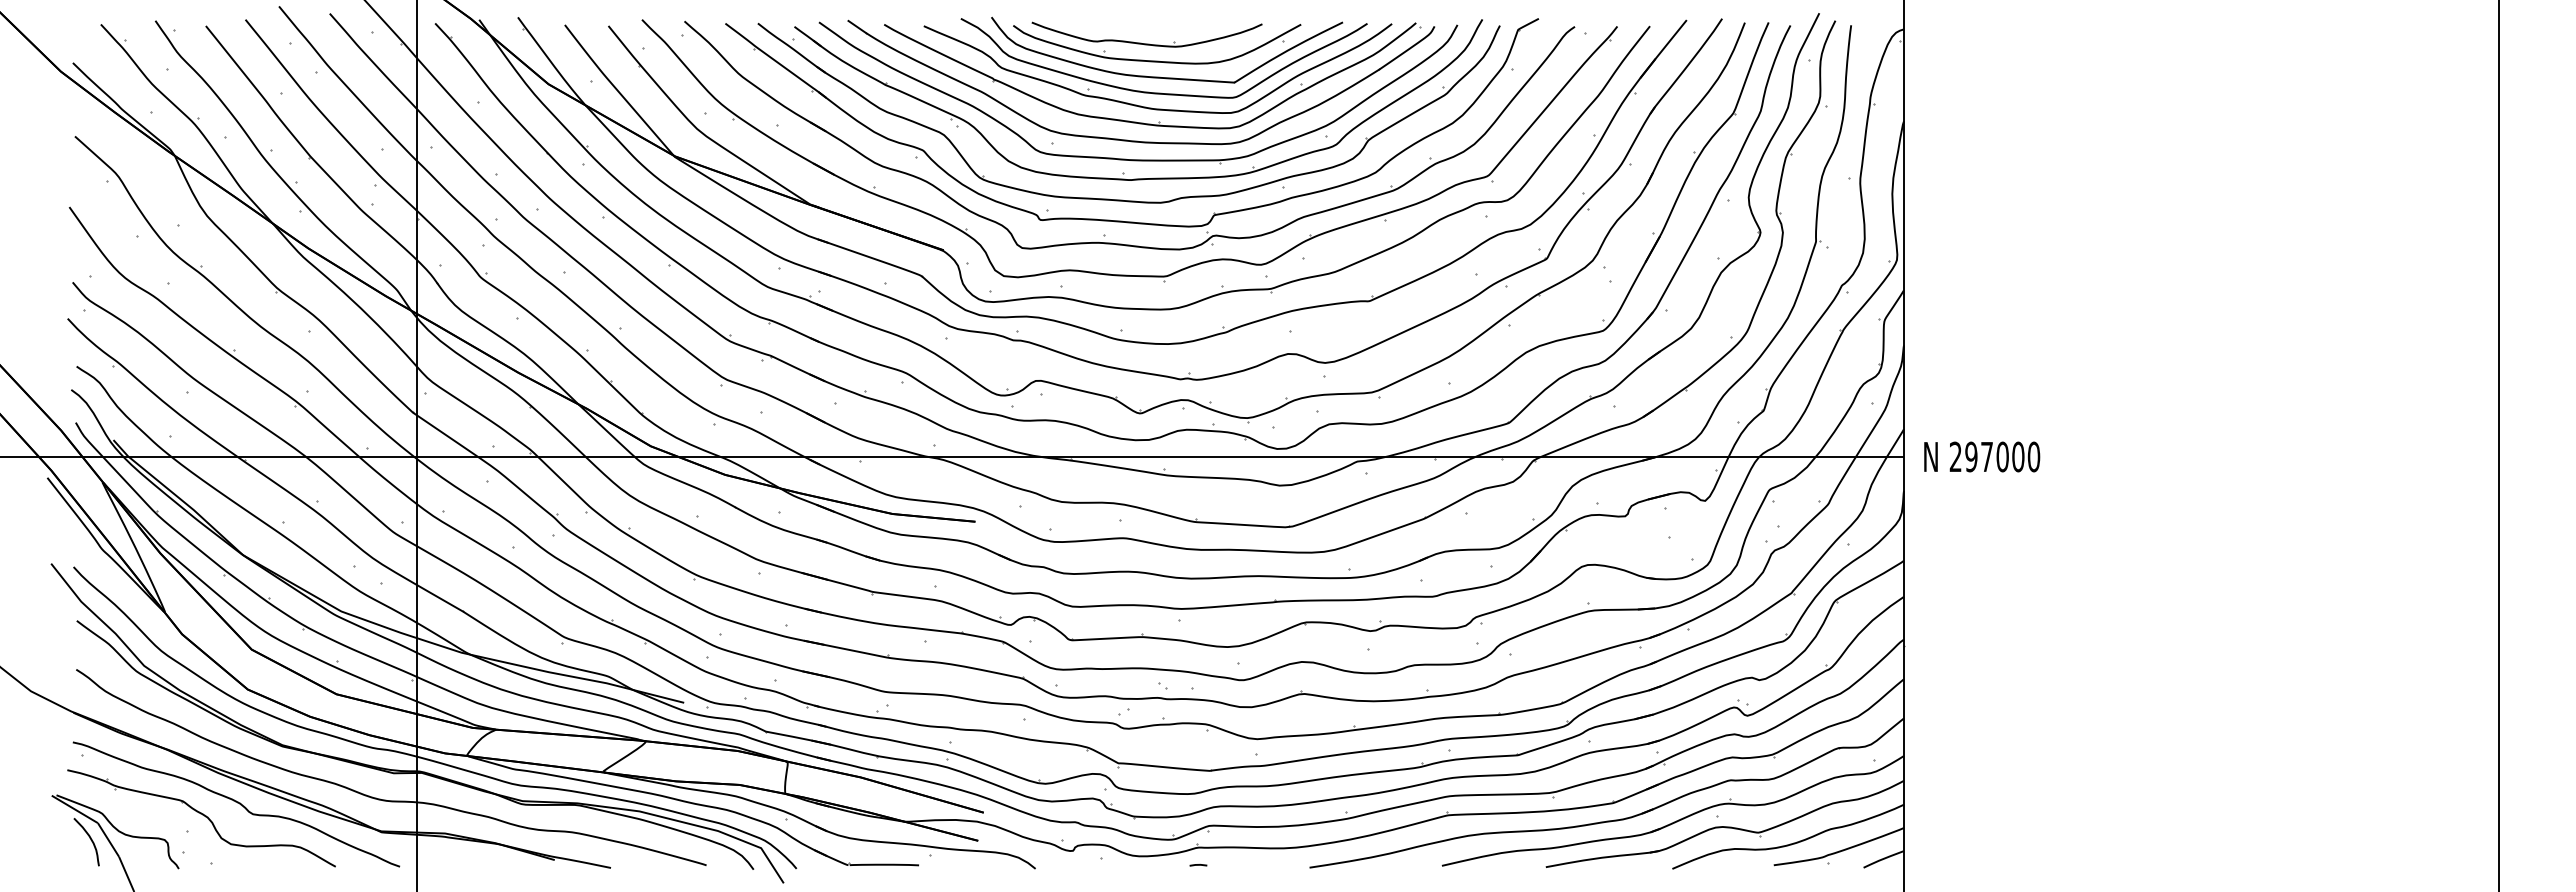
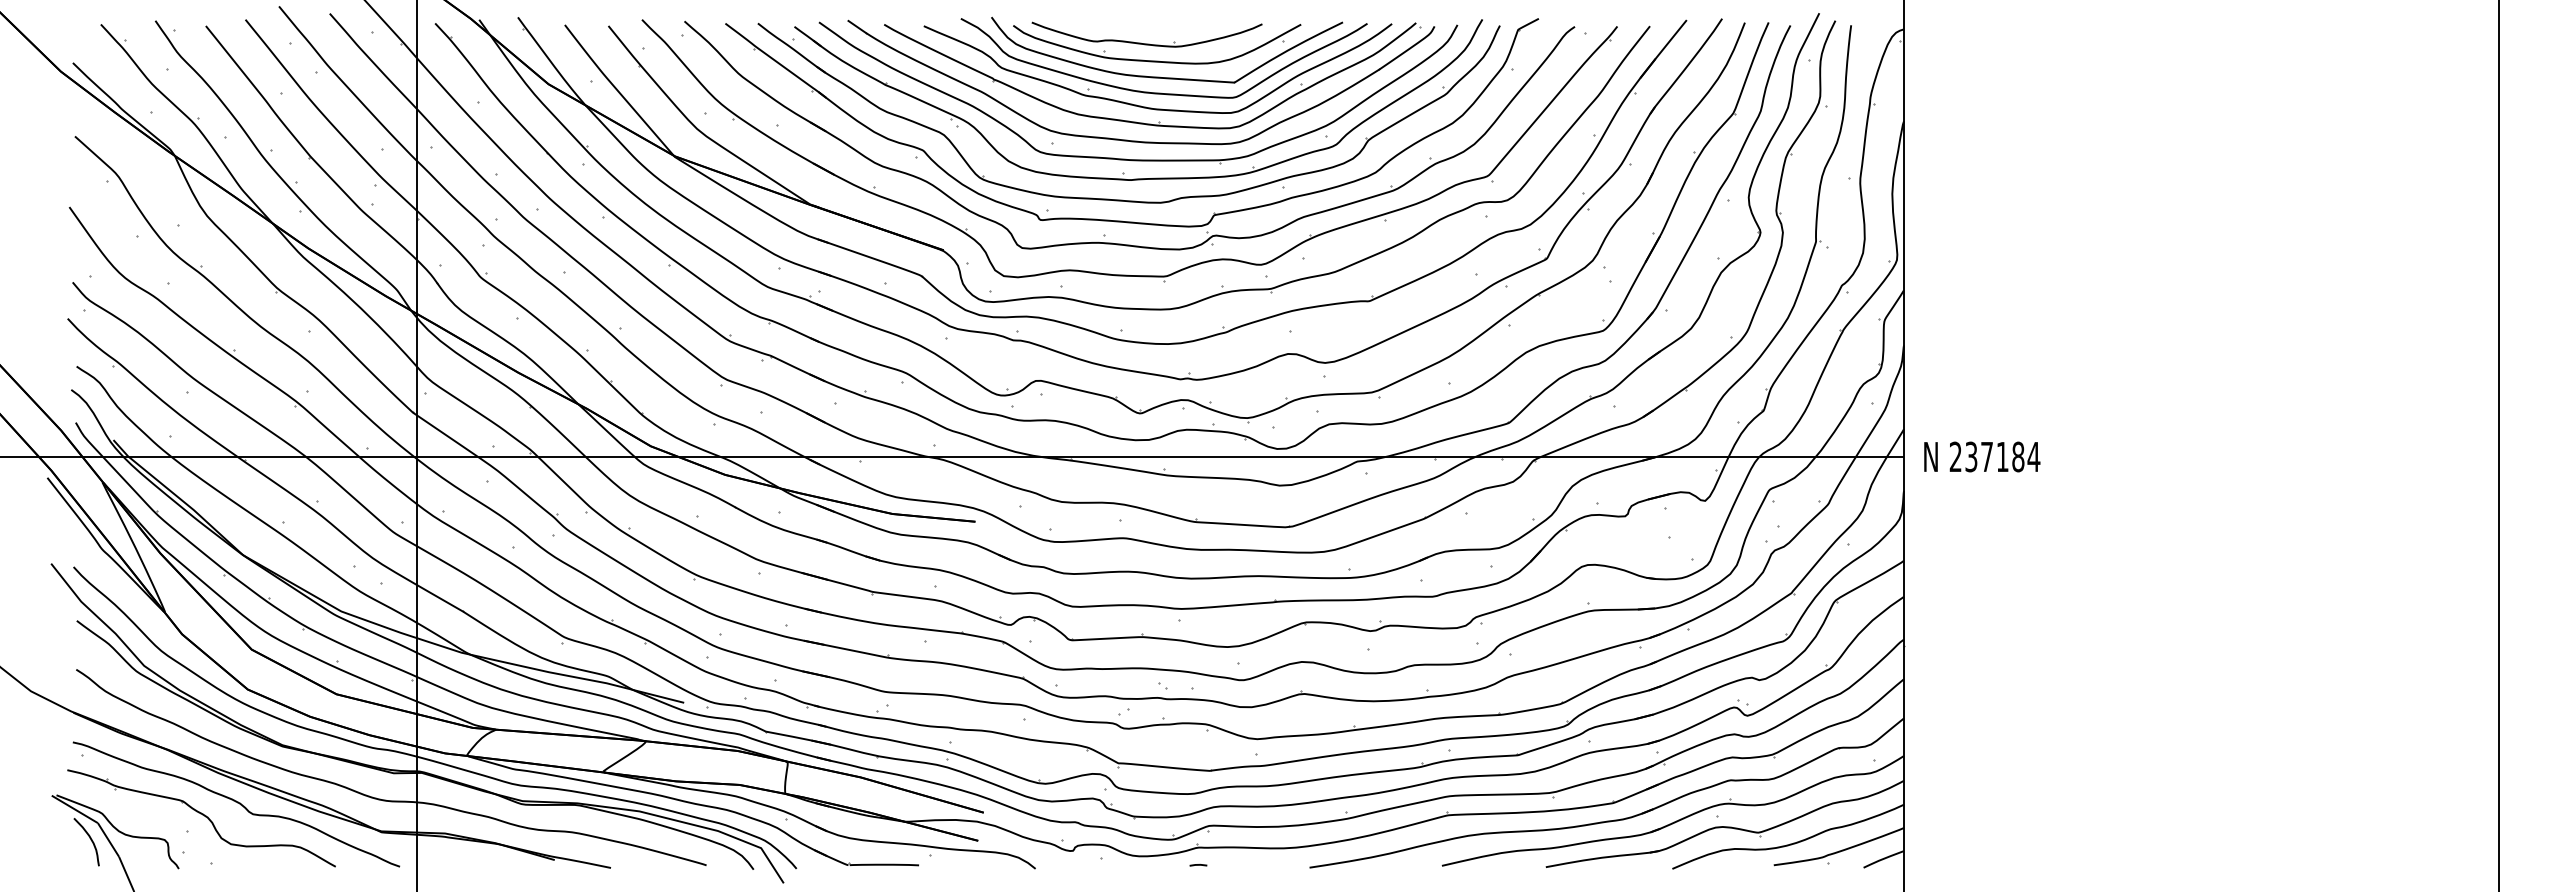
text at (2002, 456): 297000 -> 237184
